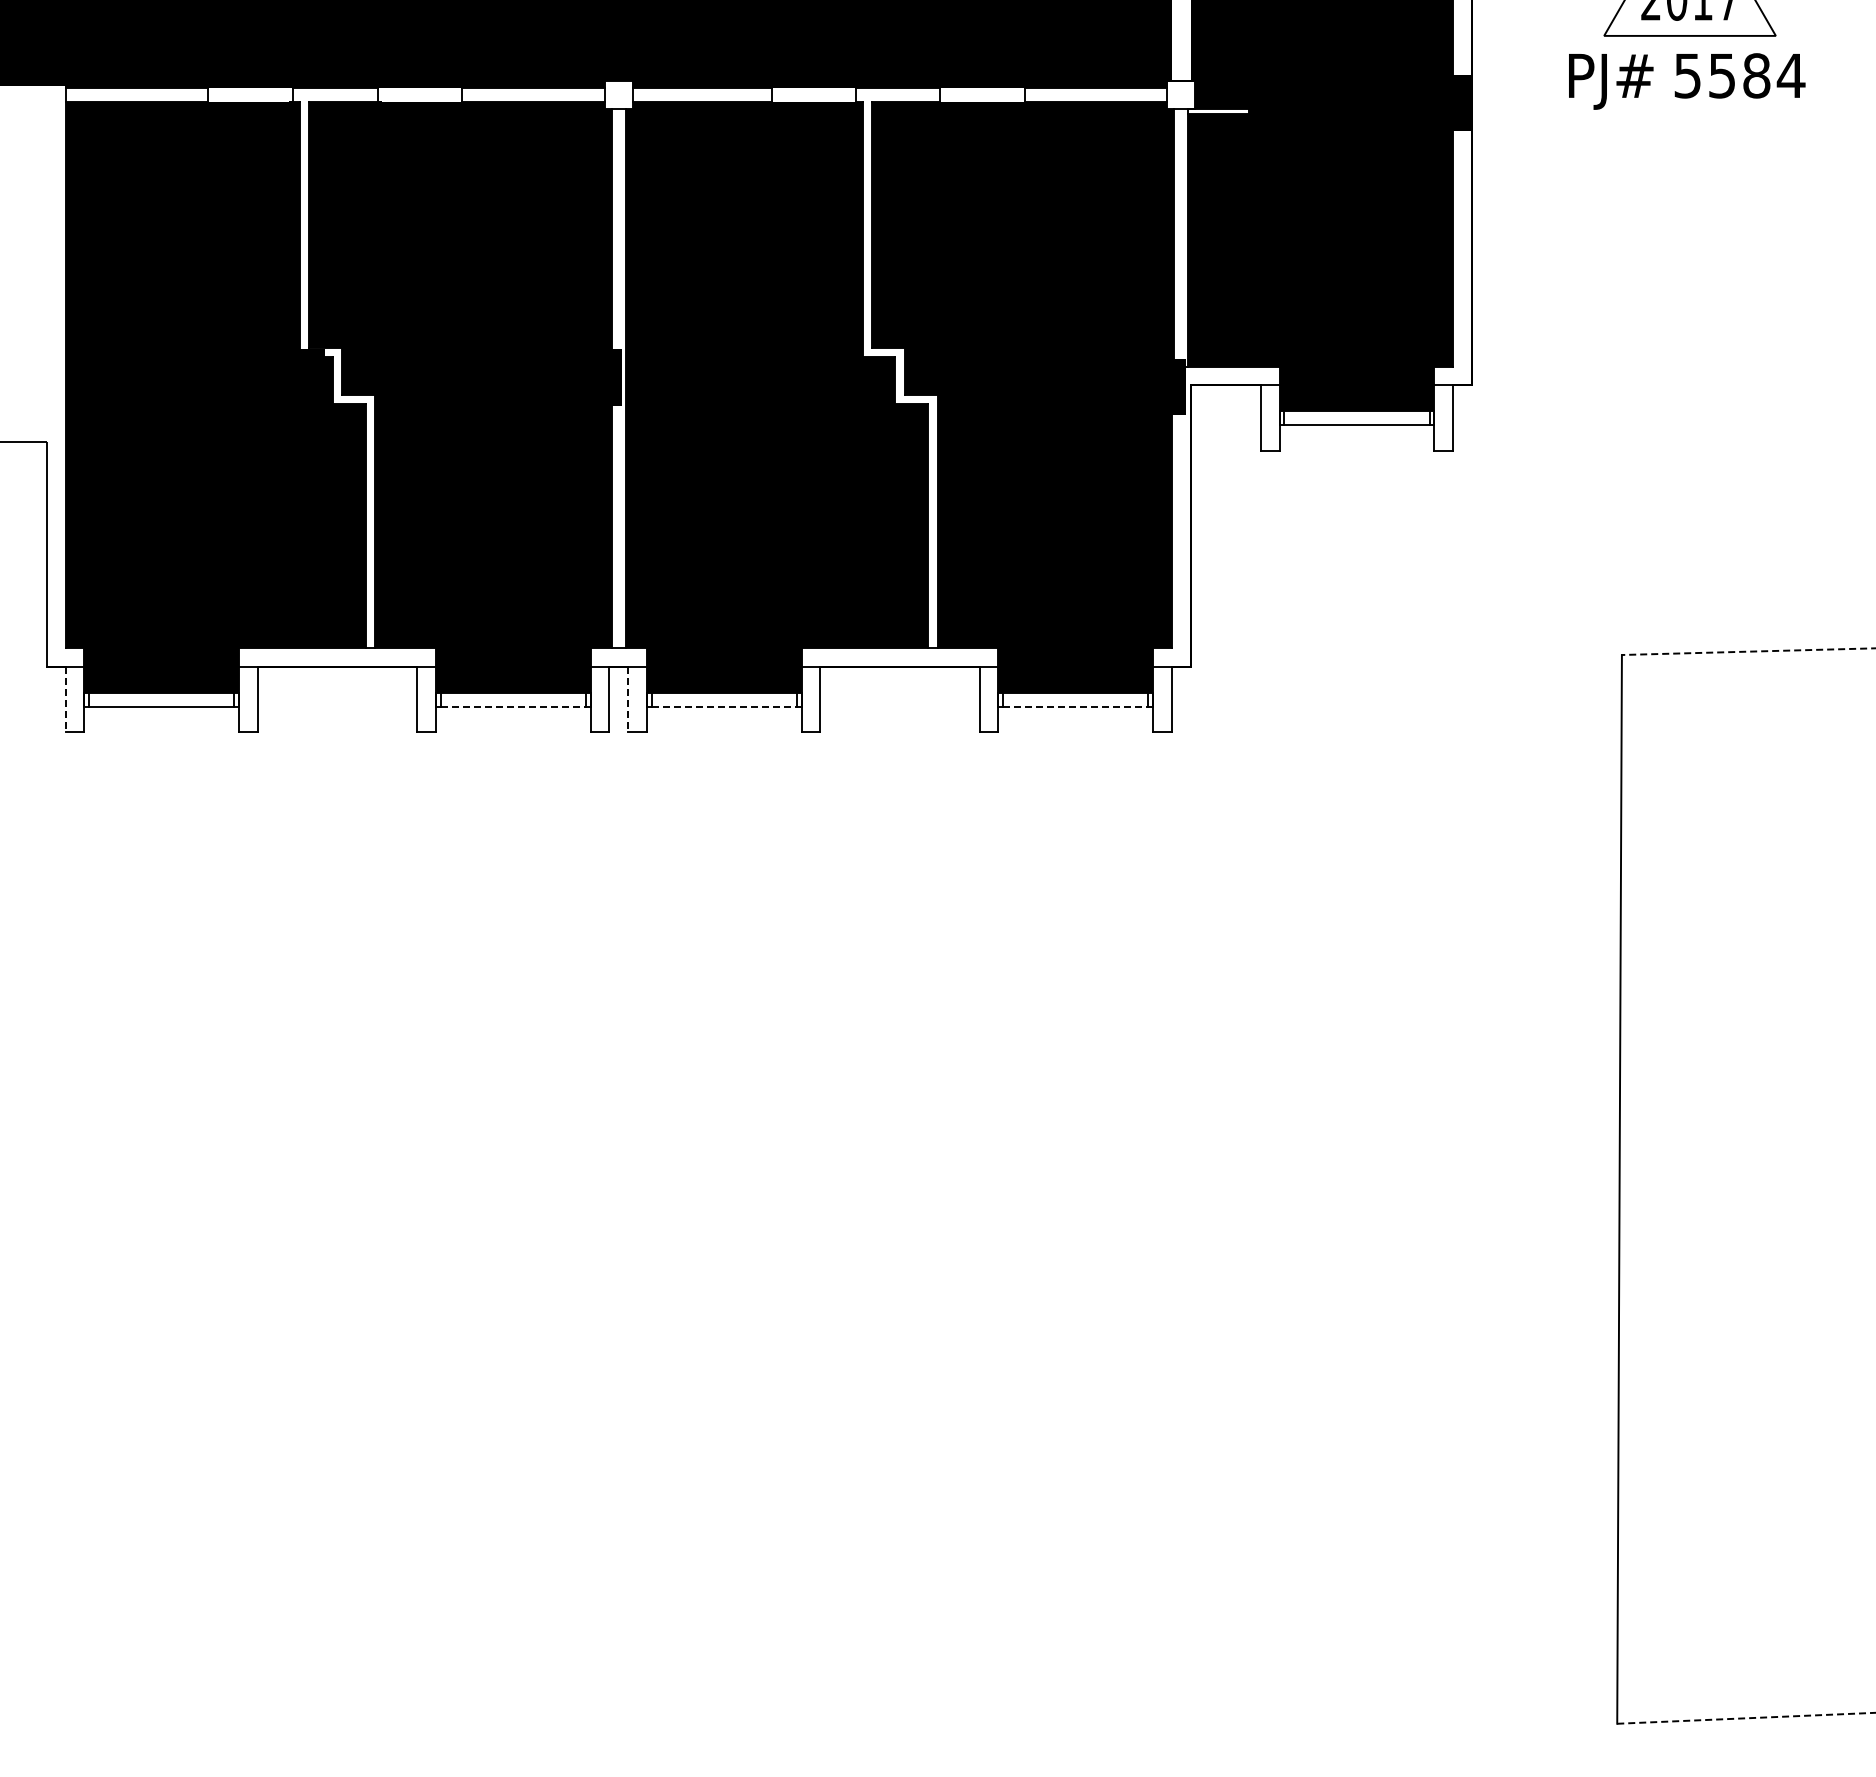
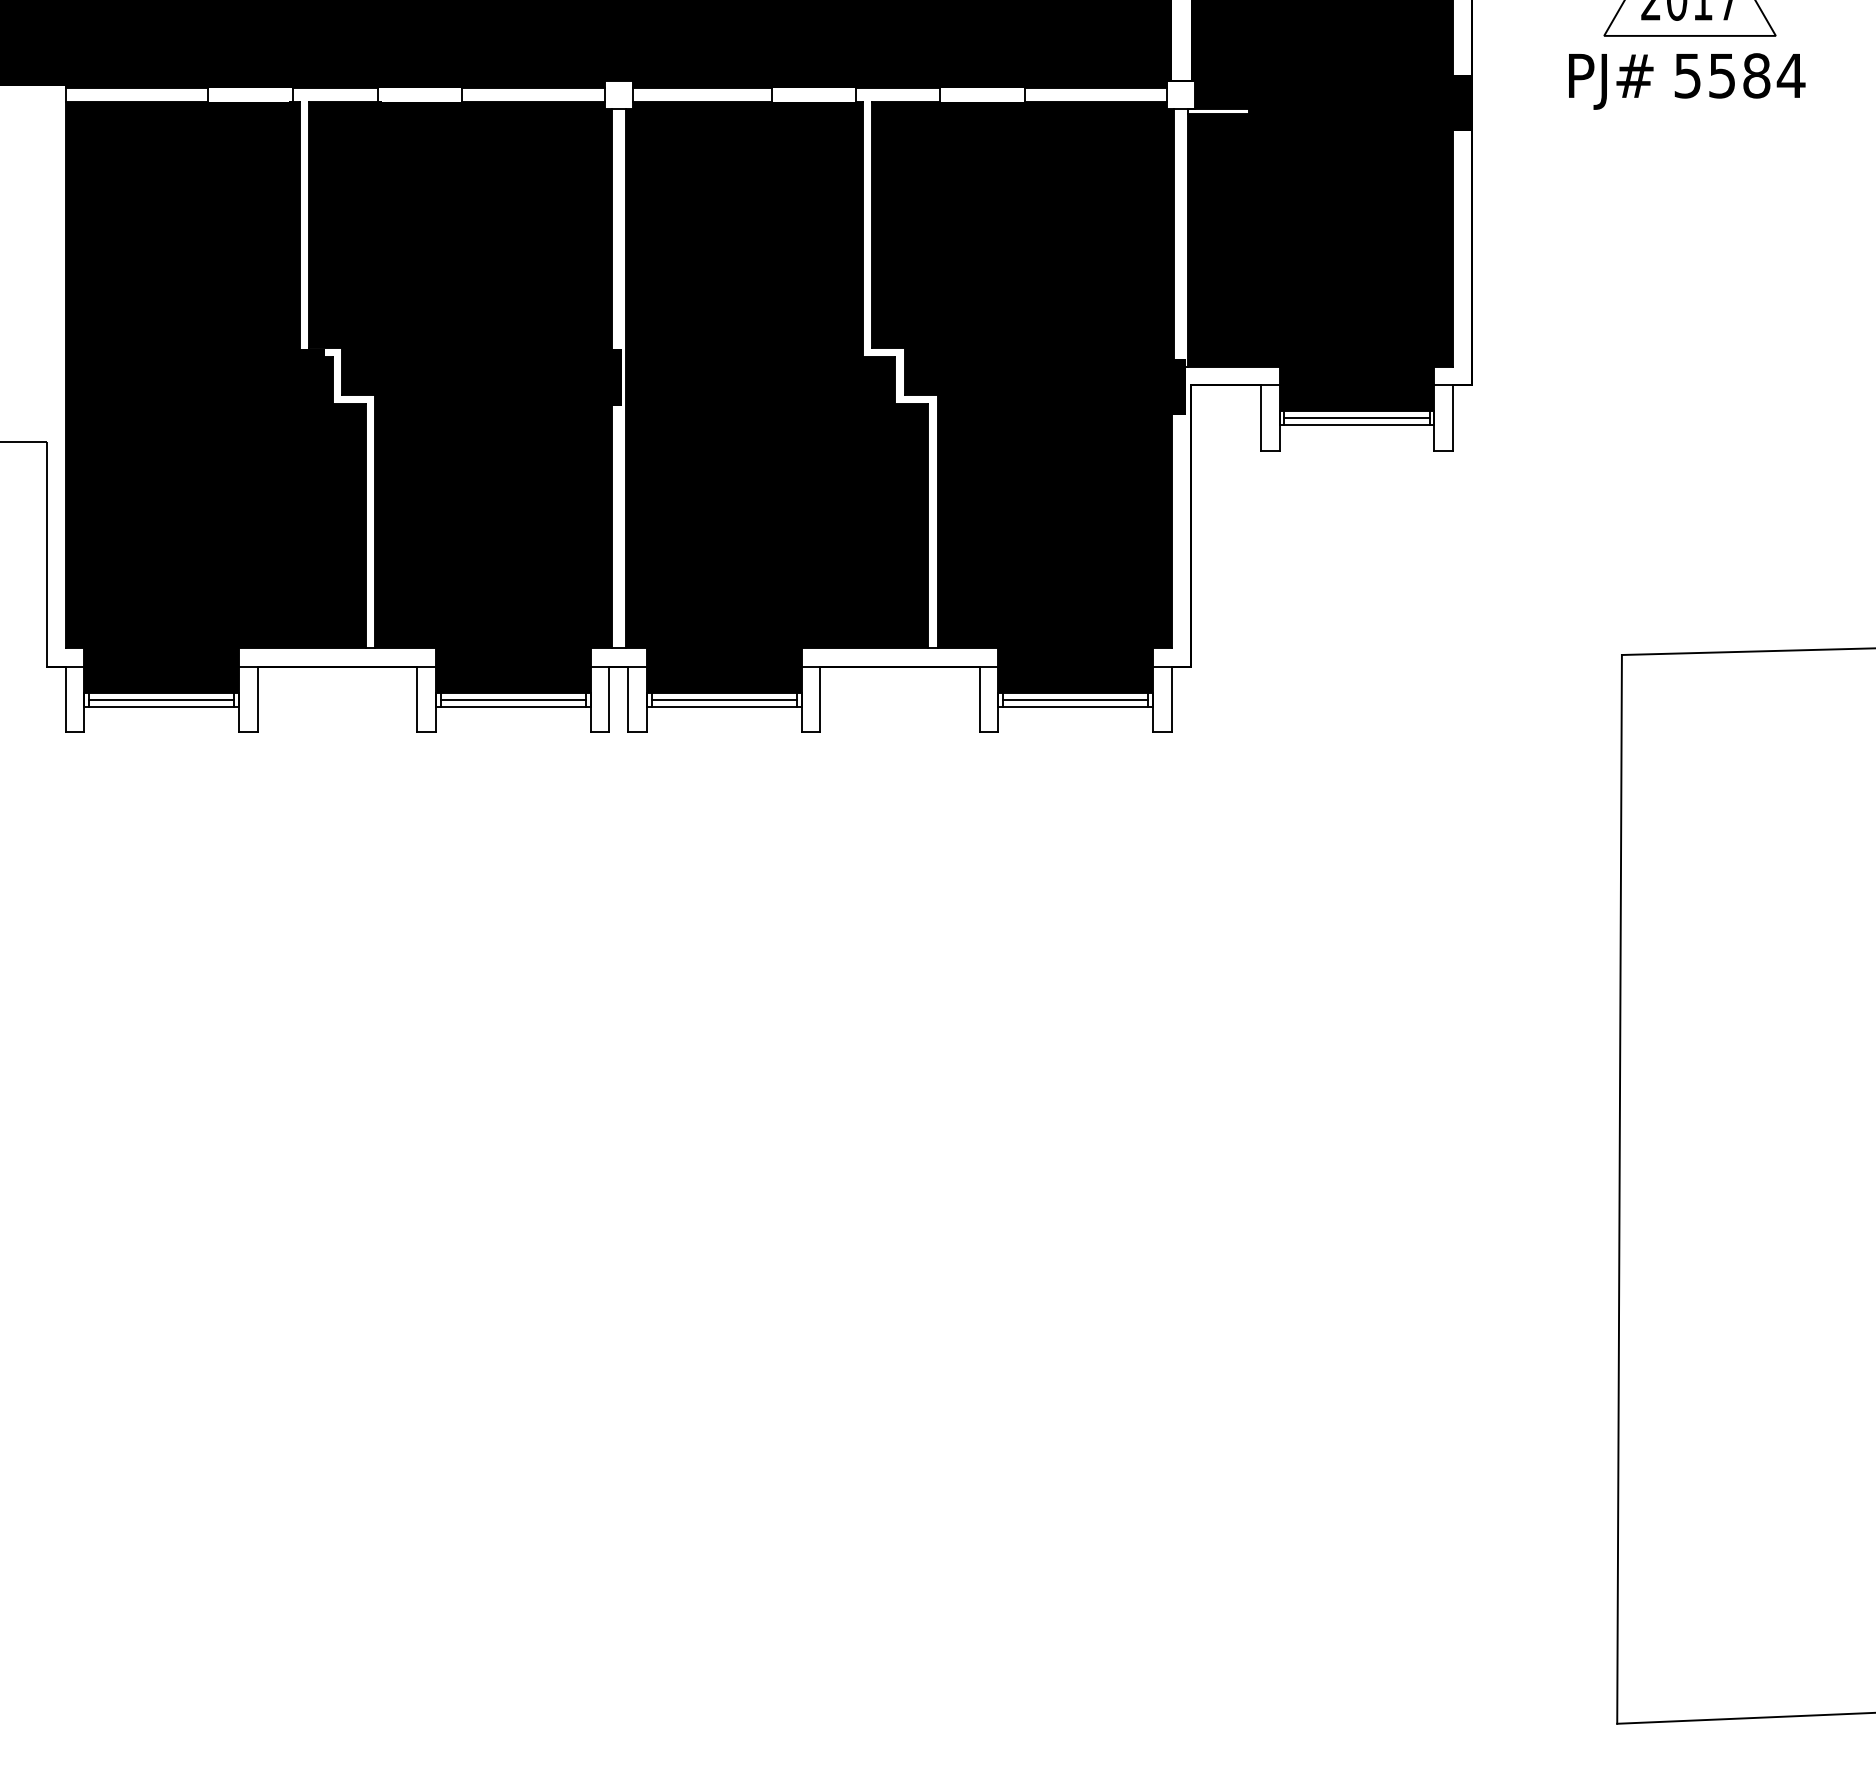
line at (1356, 418): none -> present
line at (1748, 651): dashed -> solid
line at (65, 699): dashed -> solid
line at (161, 699): none -> present
line at (512, 699): none -> present
line at (628, 699): dashed -> solid
line at (723, 699): none -> present
line at (1075, 699): none -> present
line at (513, 706): dashed -> solid
line at (724, 706): dashed -> solid
line at (1075, 706): dashed -> solid
line at (1747, 1718): dashed -> solid
